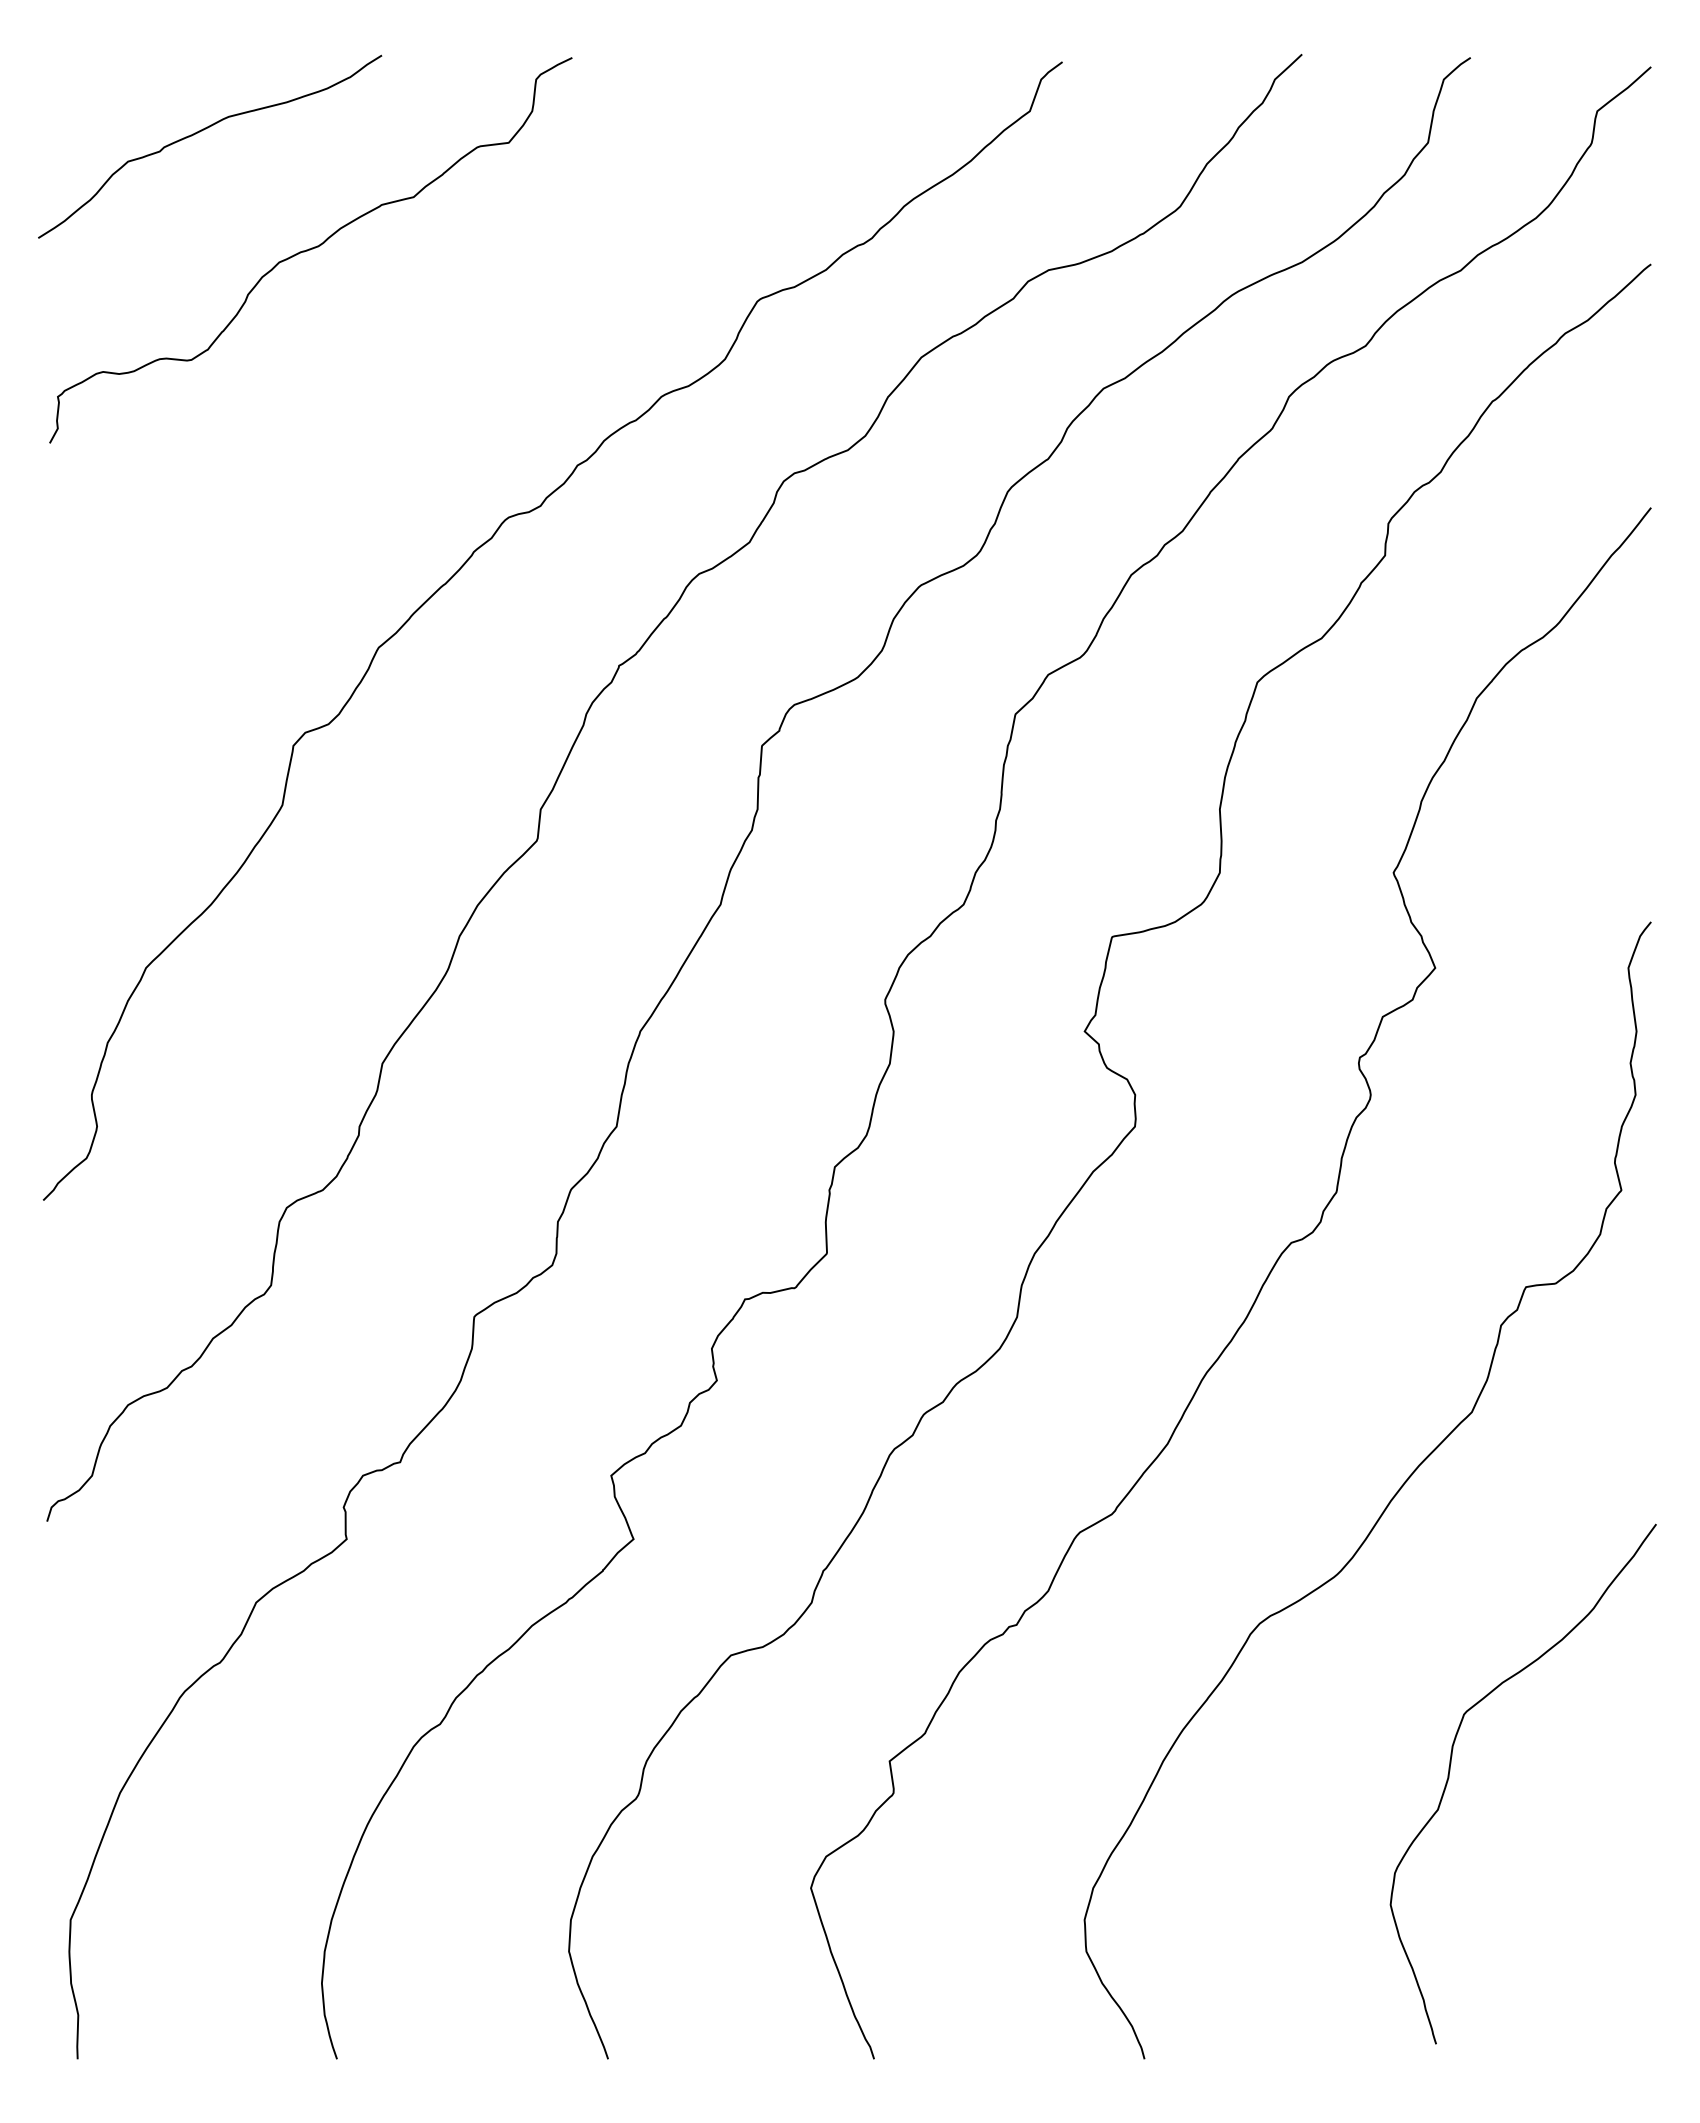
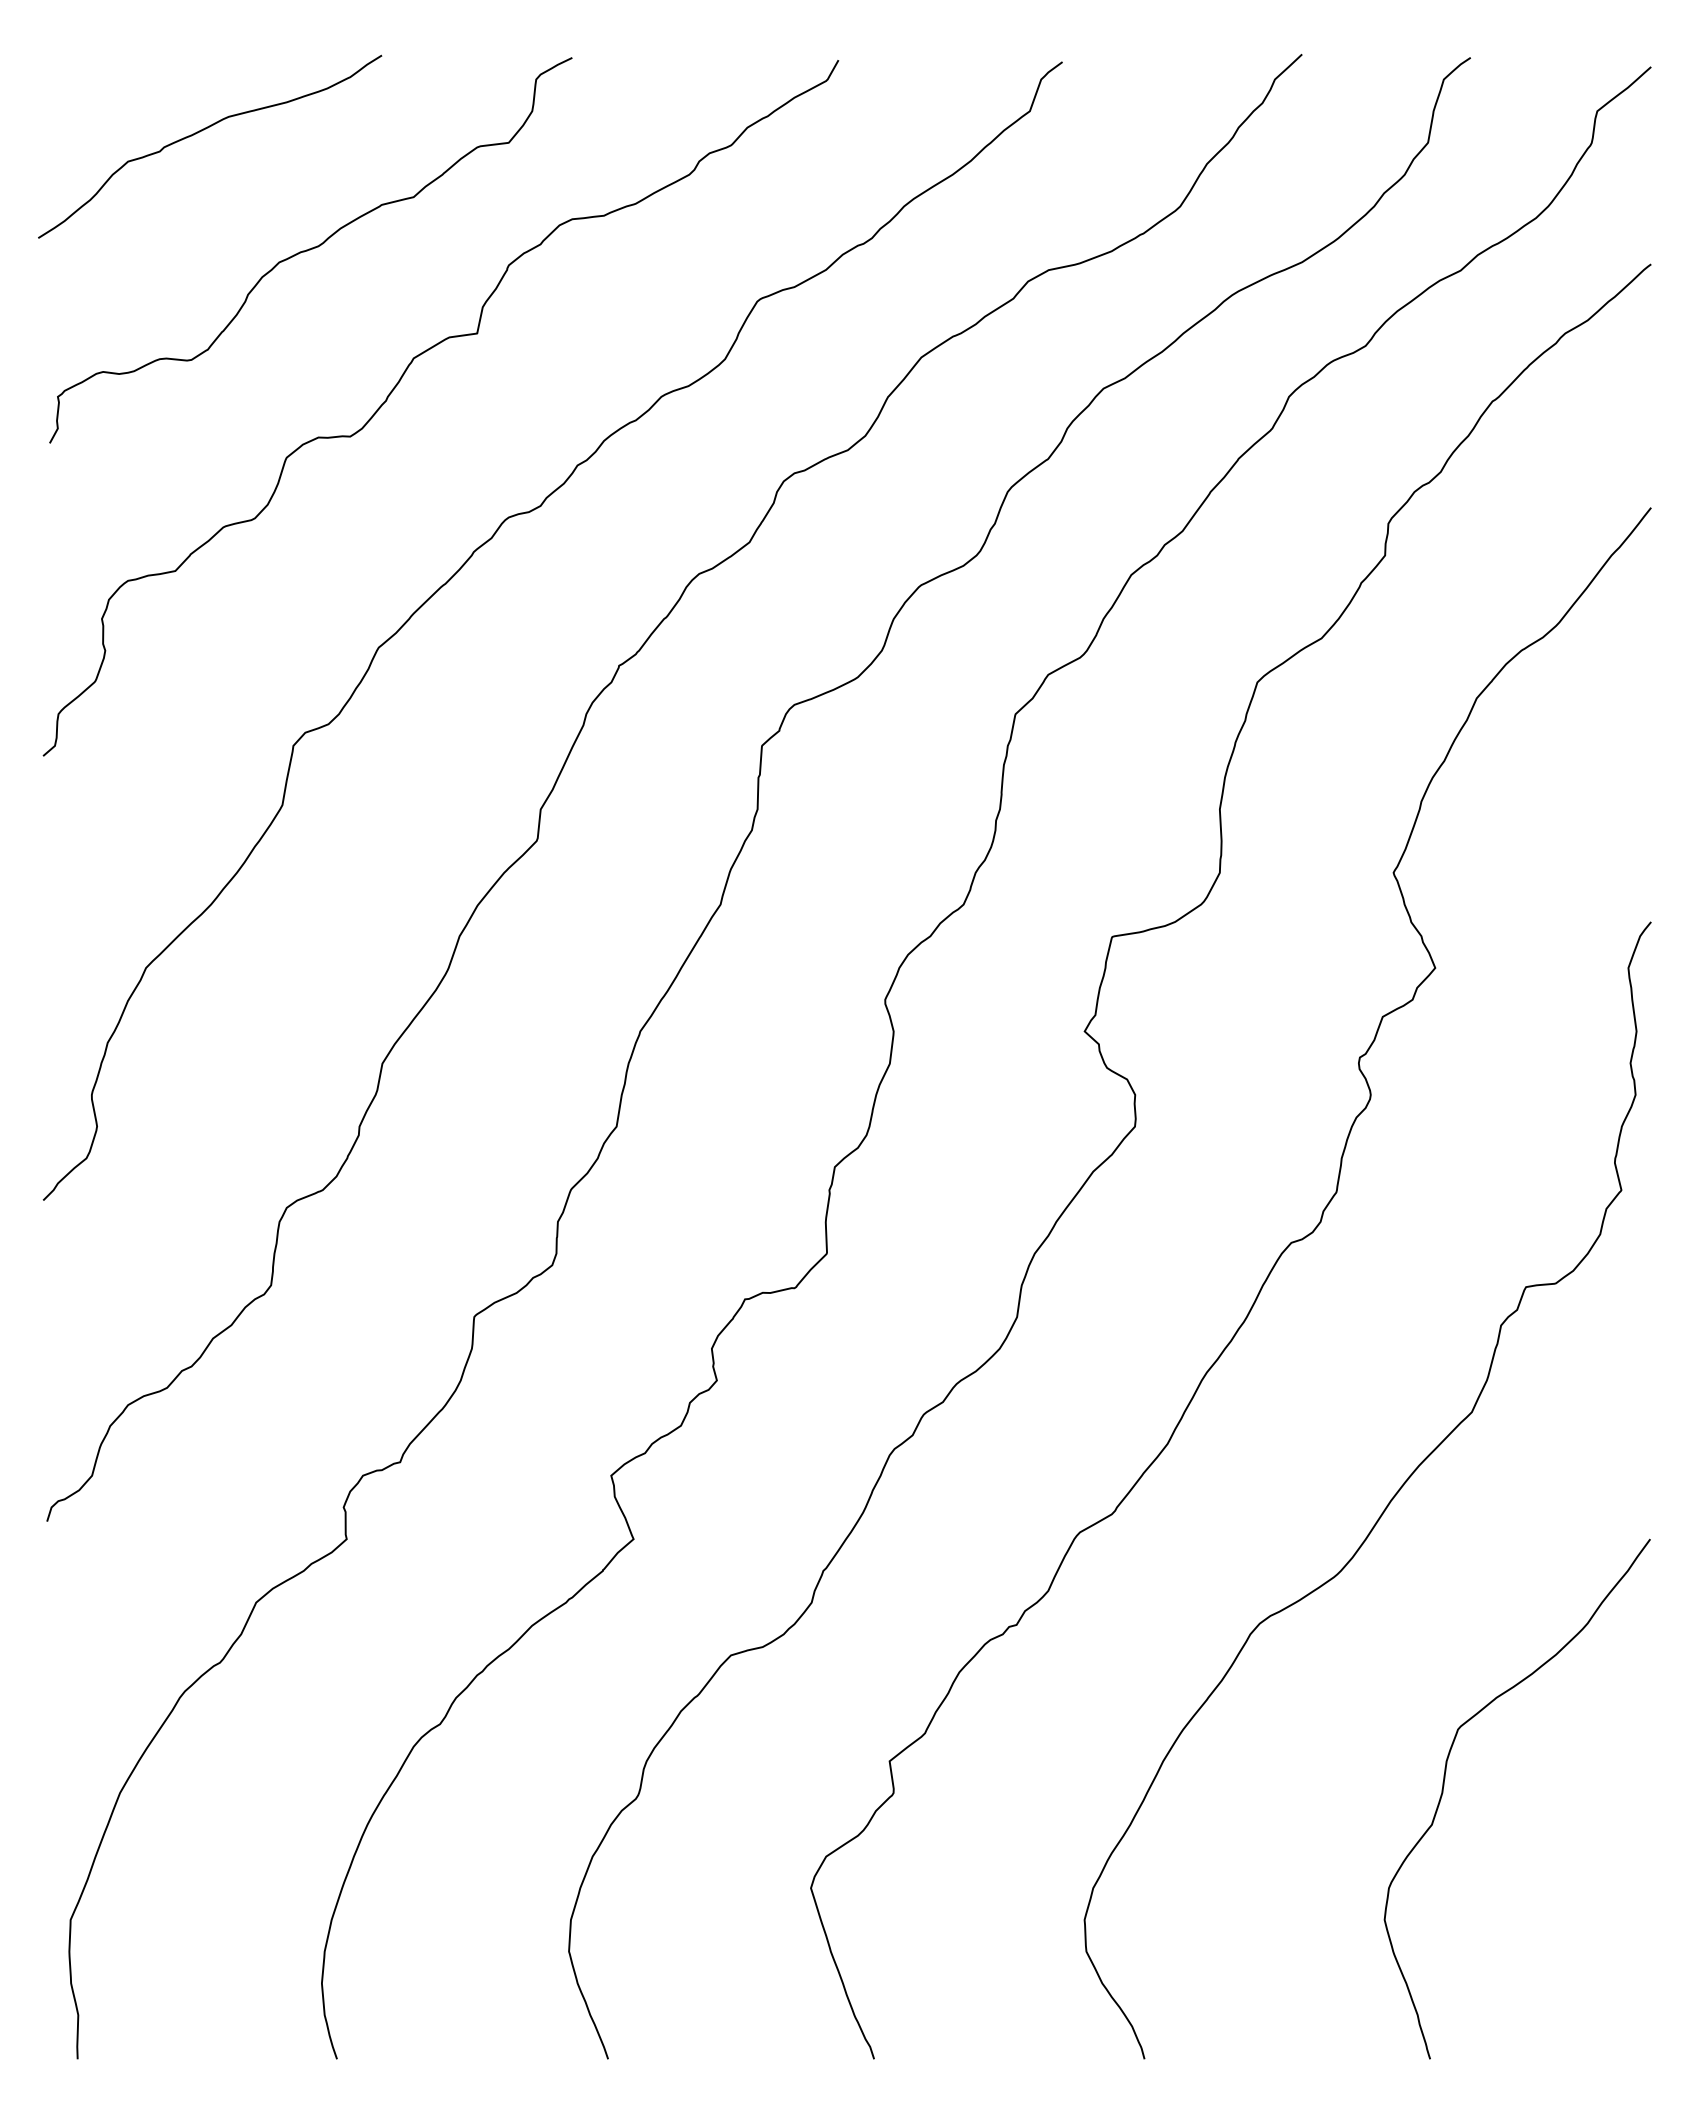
curve at (400, 381): none -> present
curve at (1450, 1771) position: (1450, 1771) -> (1444, 1786)
